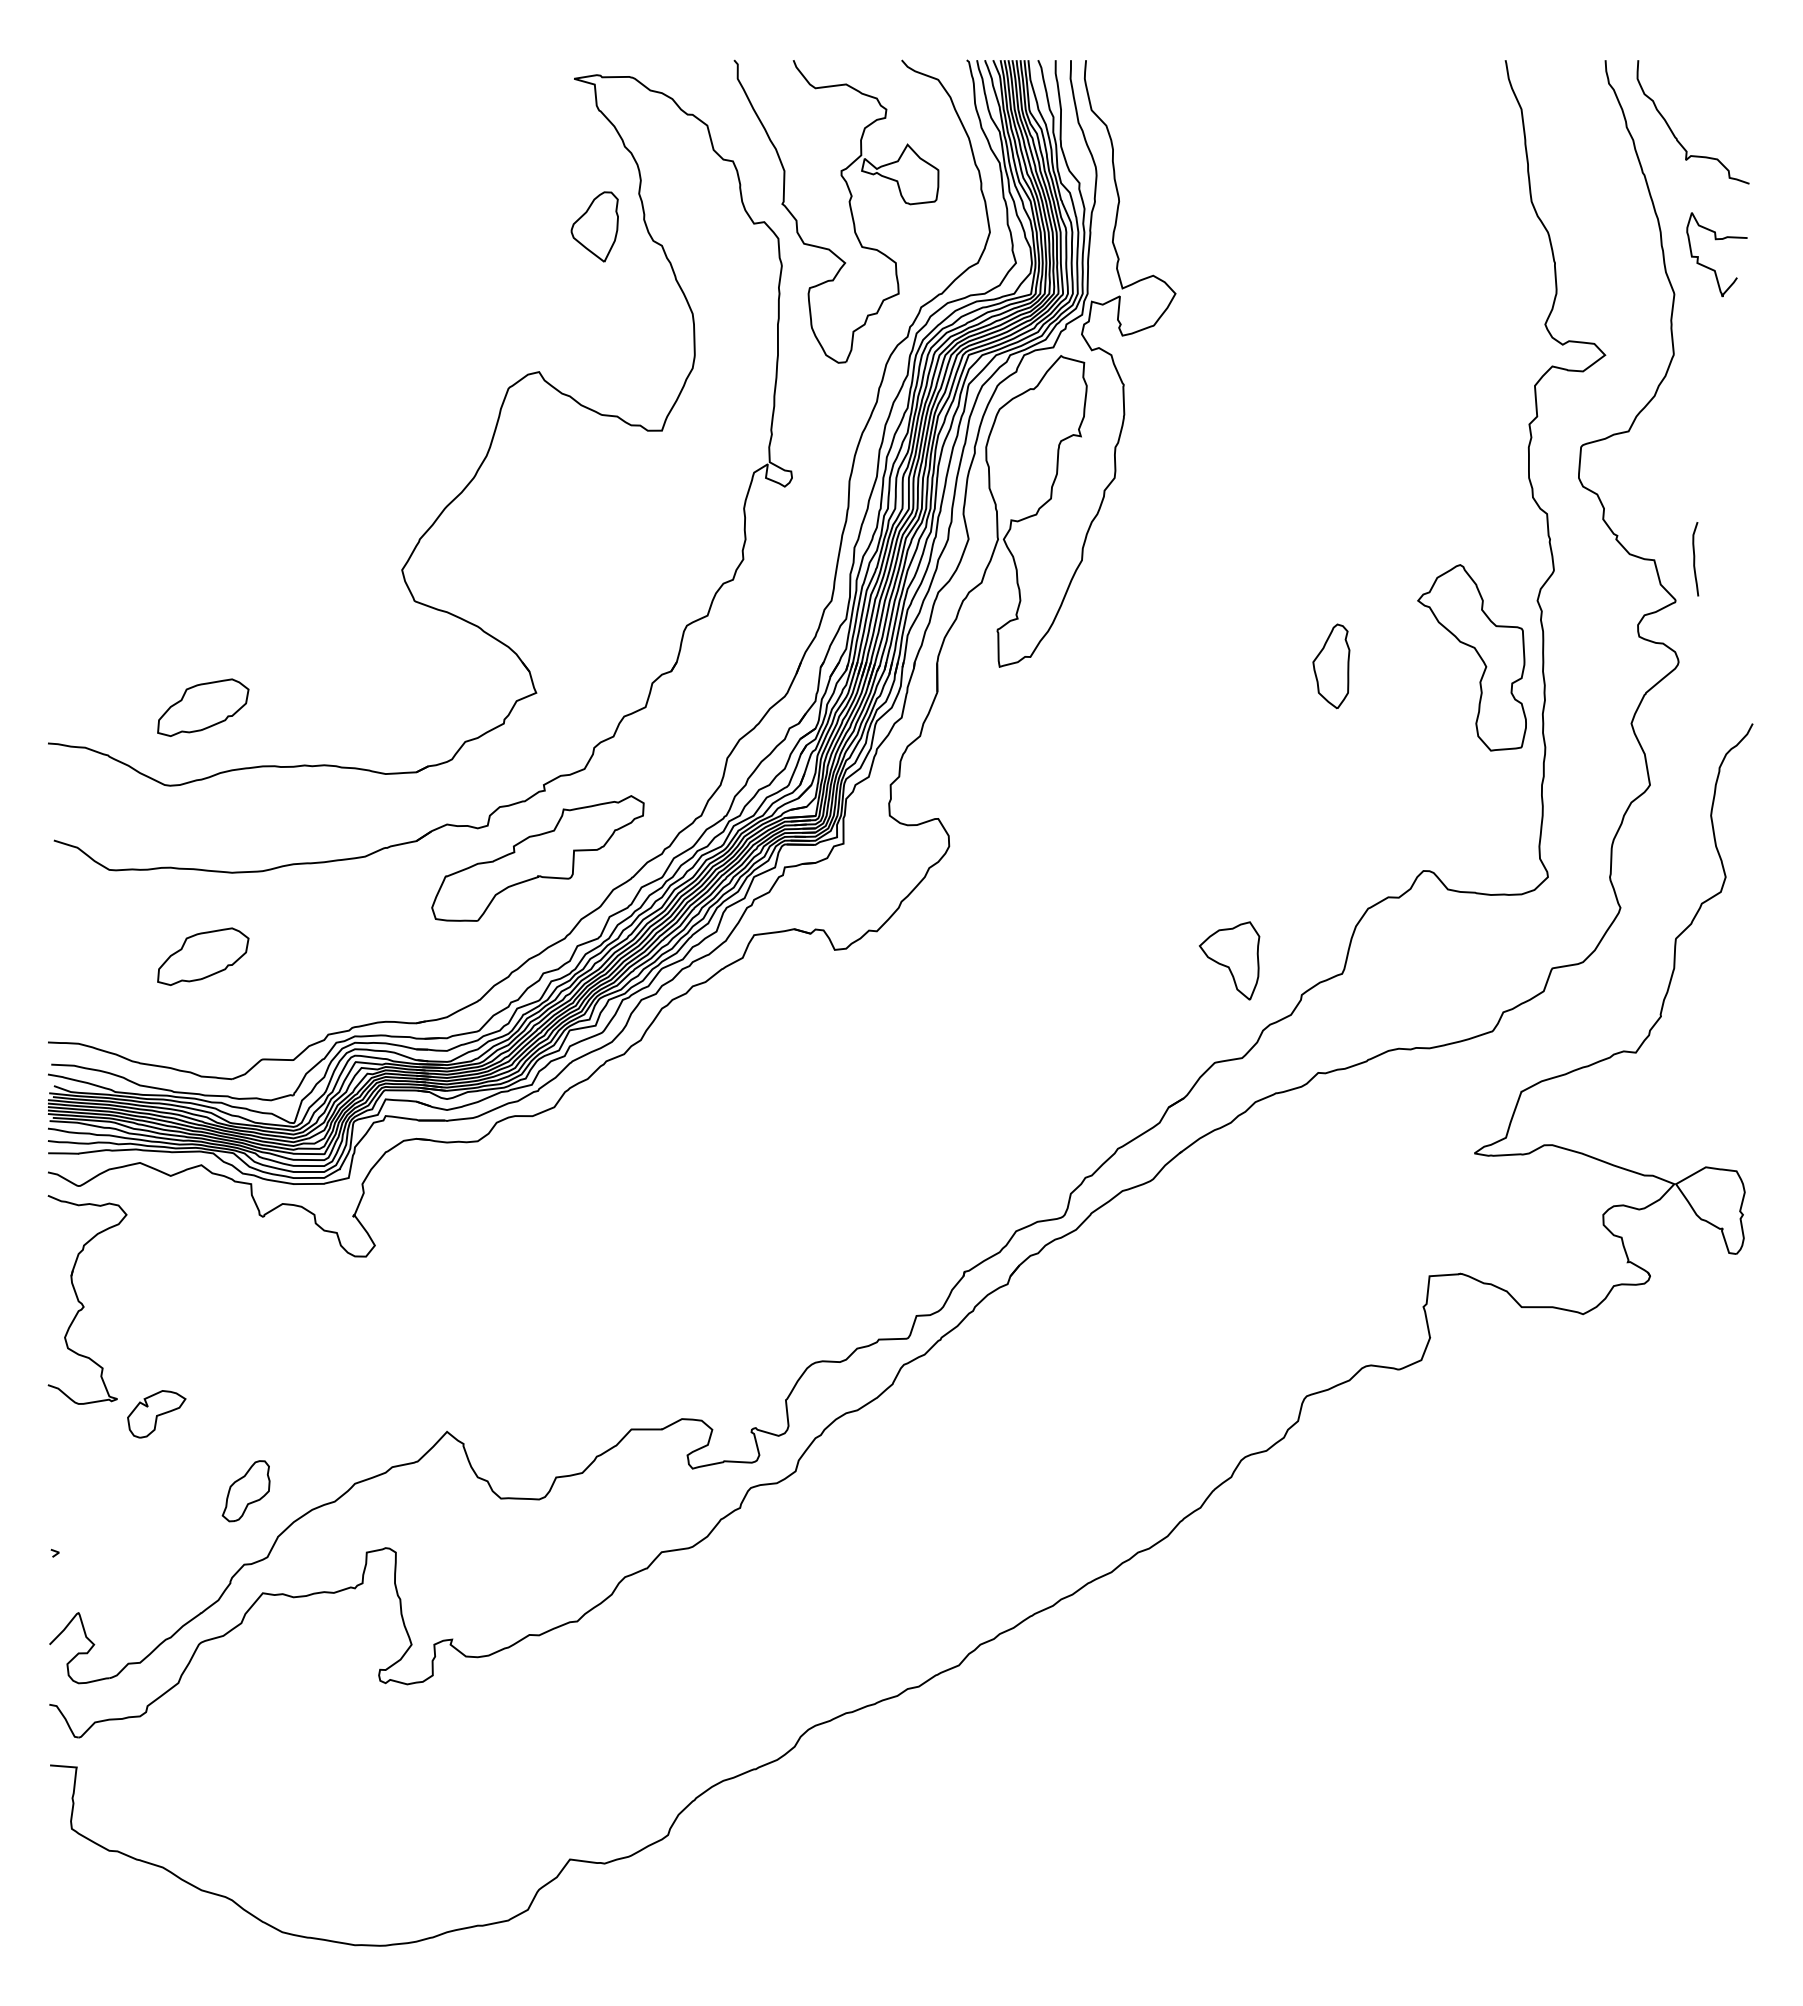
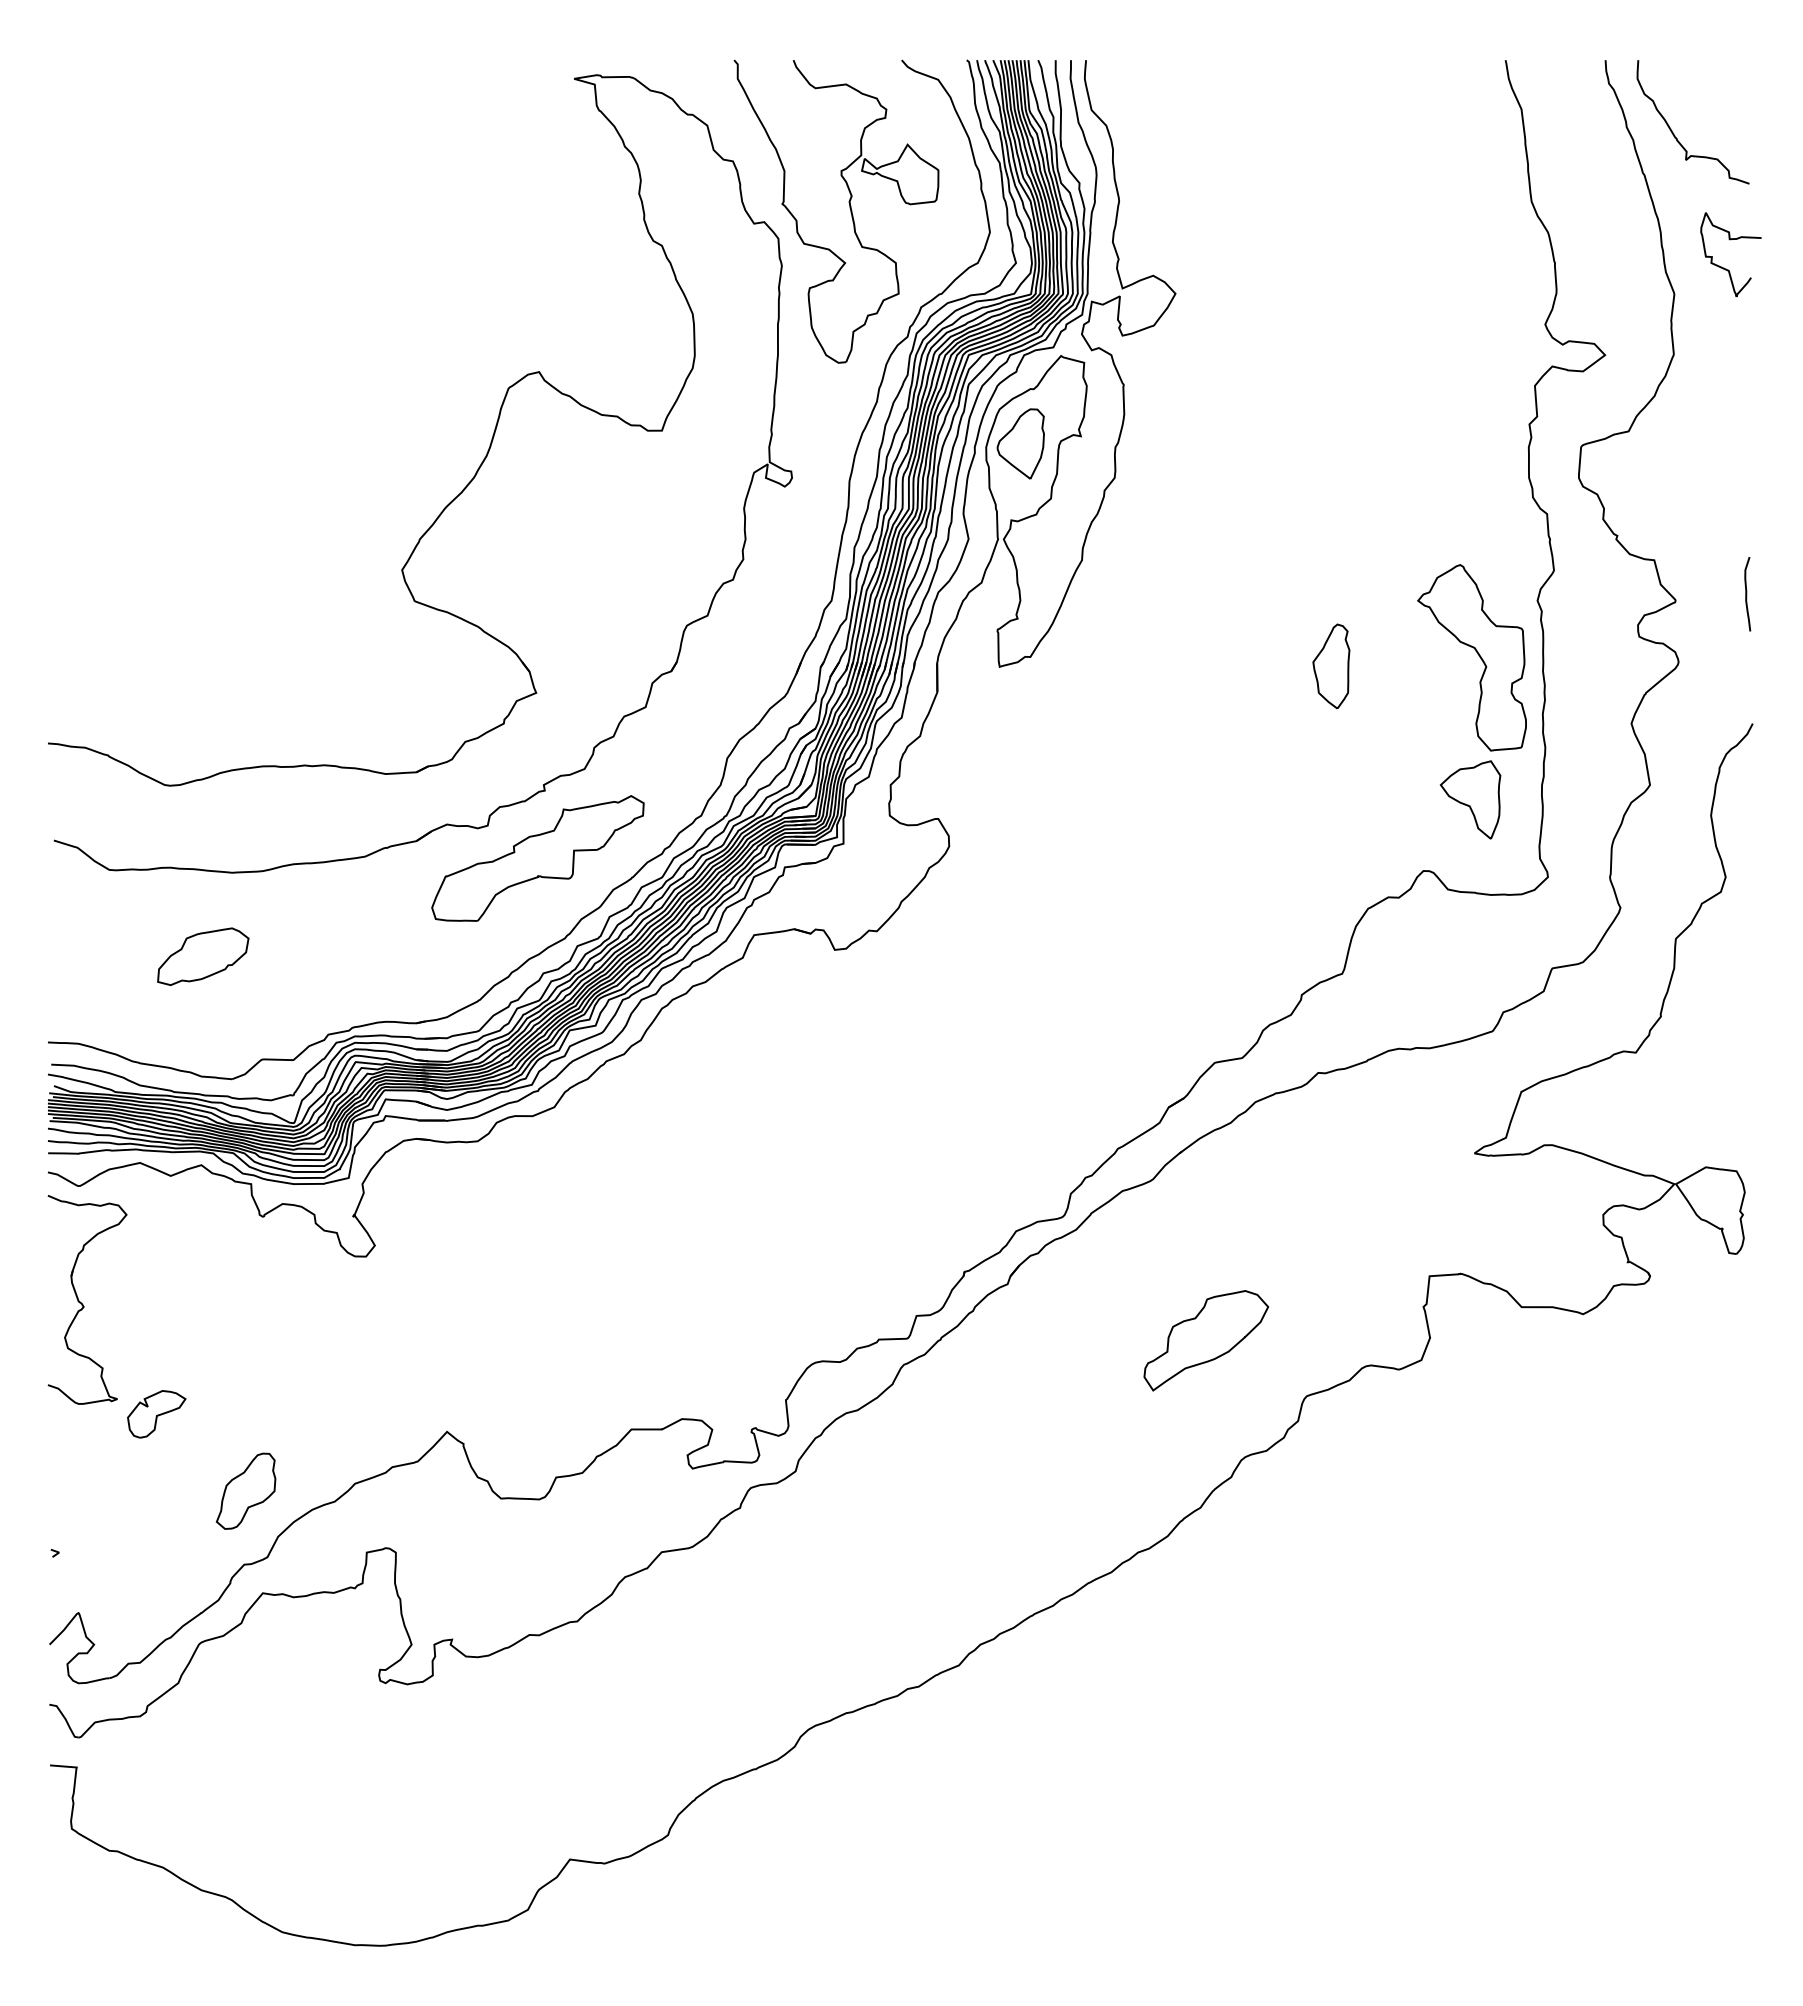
part at (594, 226) position: (594, 226) -> (1020, 443)
curve at (1716, 240) position: (1716, 240) -> (1730, 240)
curve at (1695, 559) position: (1695, 559) -> (1747, 594)
part at (203, 707): present -> none
part at (1229, 960) position: (1229, 960) -> (1470, 799)
part at (1206, 1340): none -> present
part at (245, 1491) size: 50x63 px -> 61x78 px
